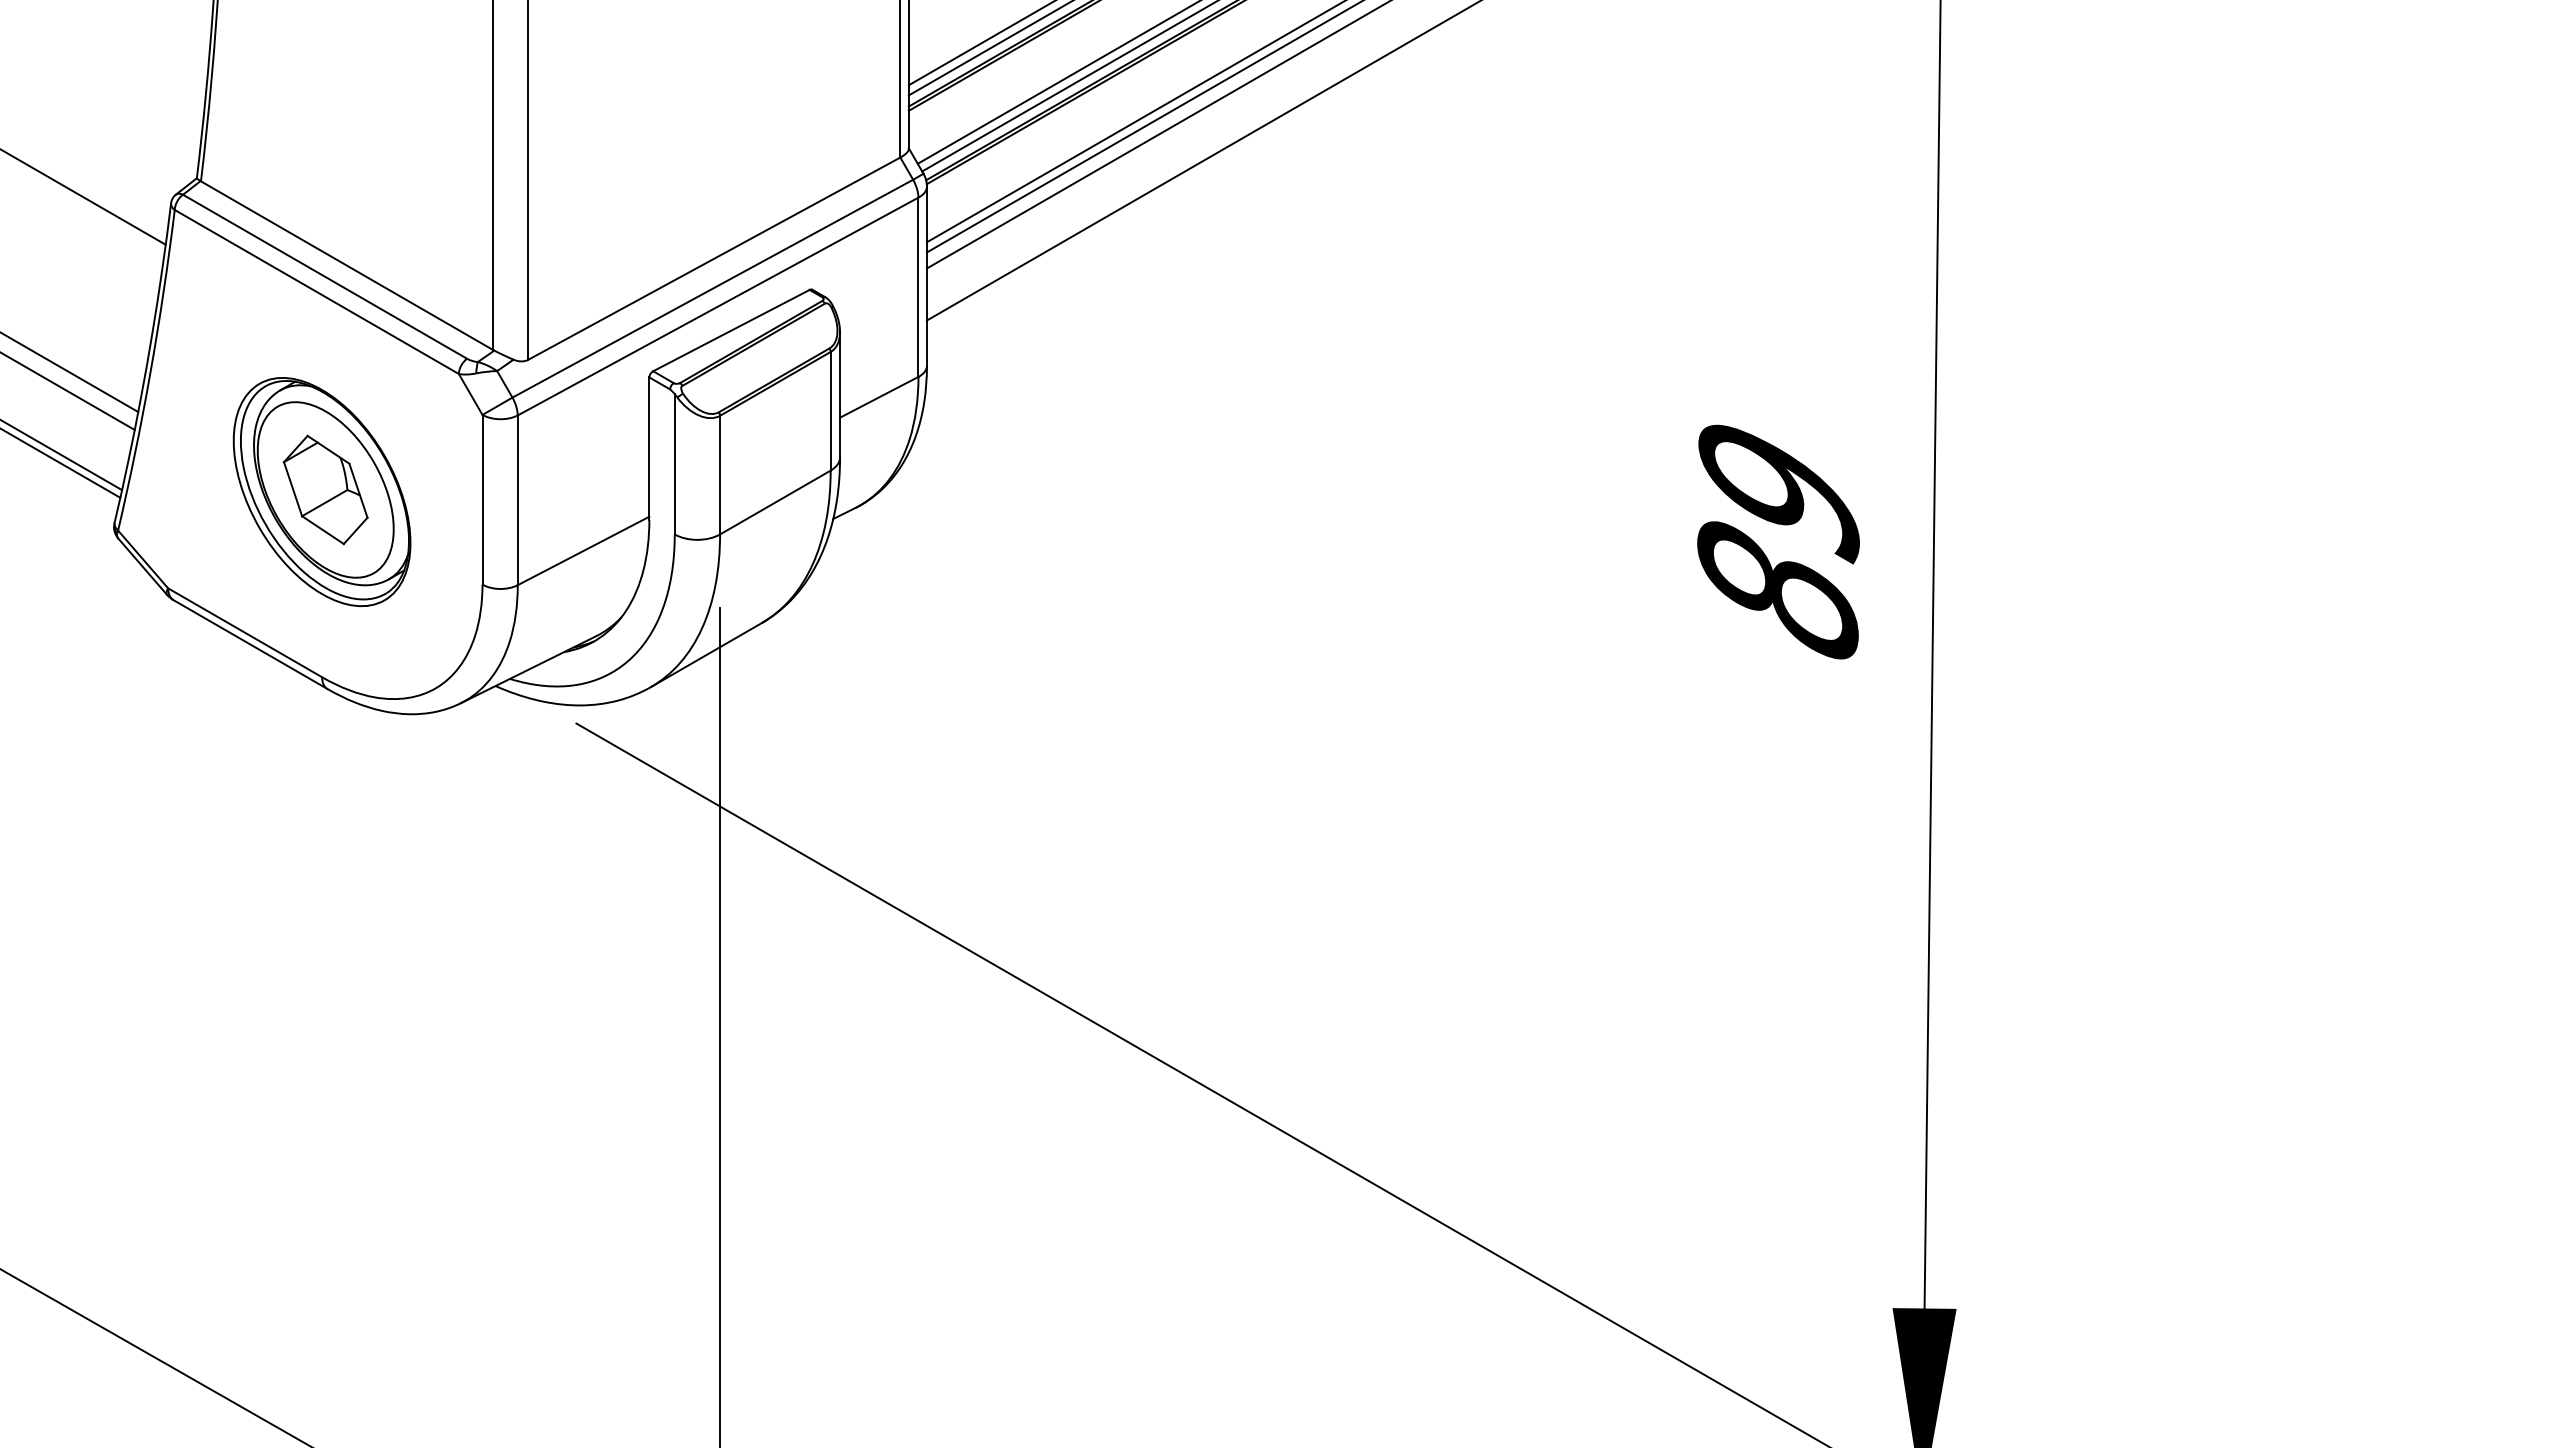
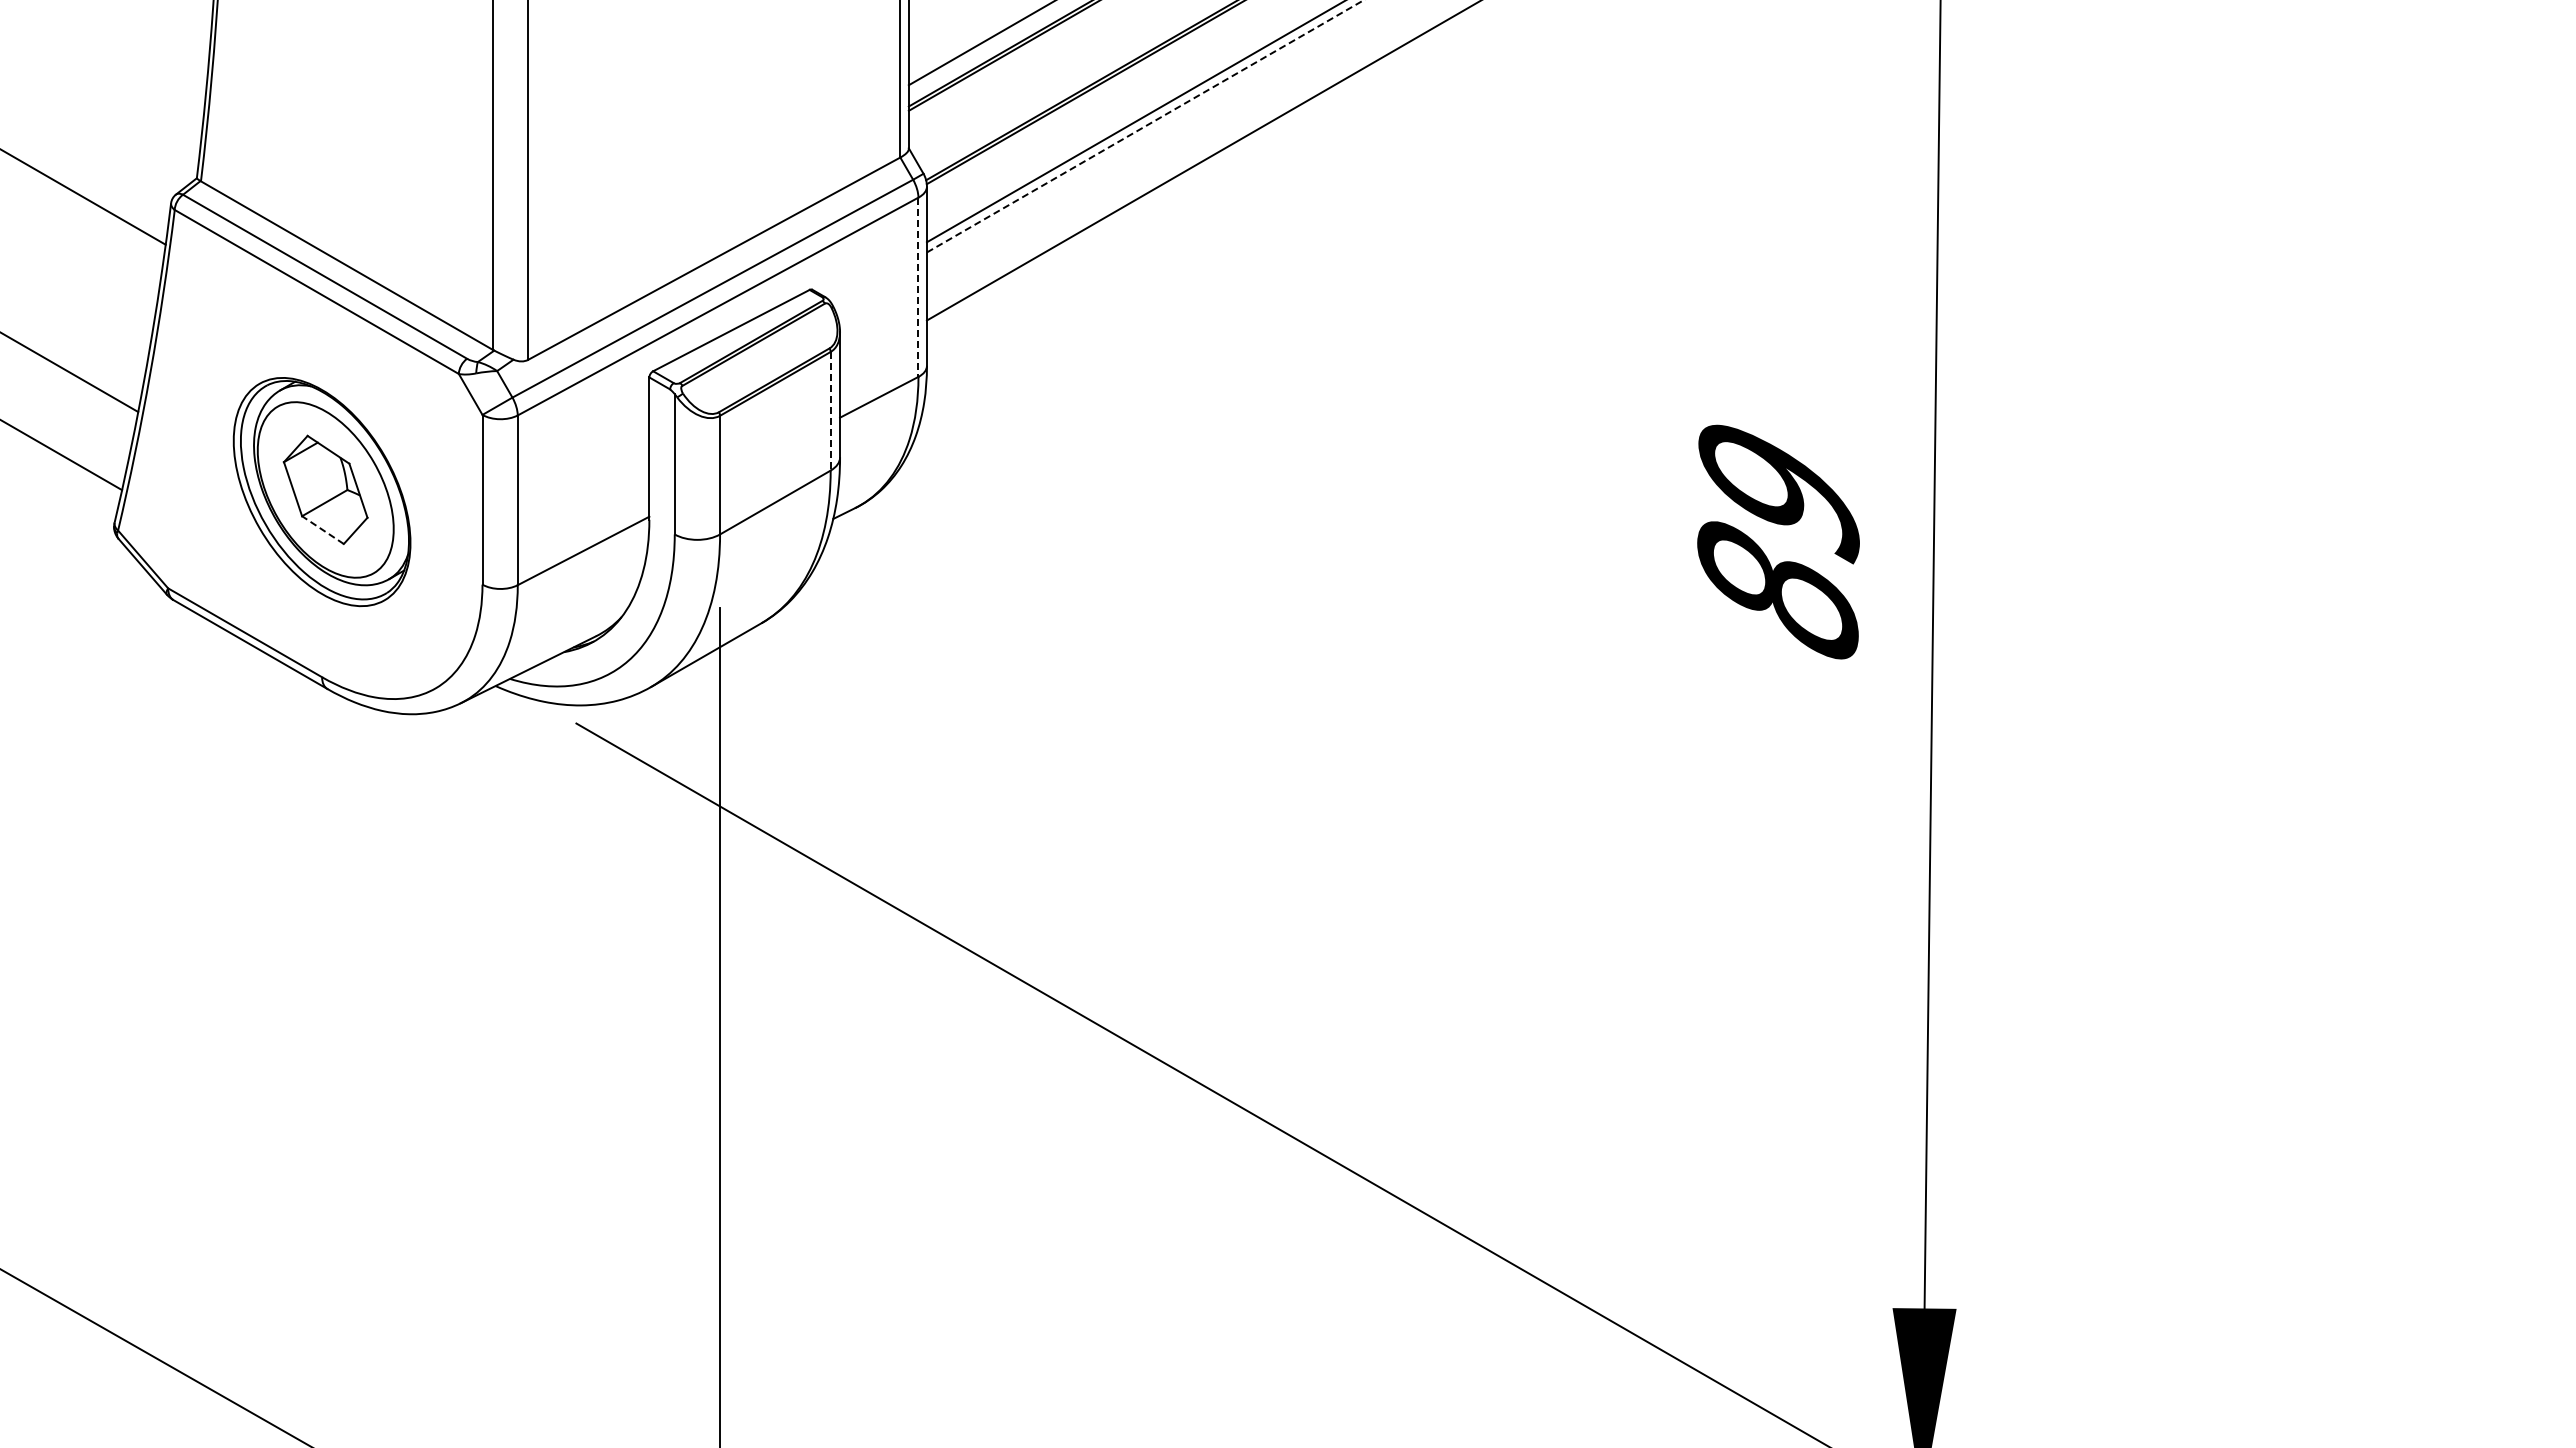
line at (988, 48): present -> none
line at (1057, 82): present -> none
line at (1068, 86): present -> none
line at (1146, 125): solid -> dashed
line at (1156, 135): present -> none
line at (918, 287): solid -> dashed
line at (68, 391): present -> none
line at (830, 411): solid -> dashed
line at (61, 463): present -> none
line at (322, 529): solid -> dashed
